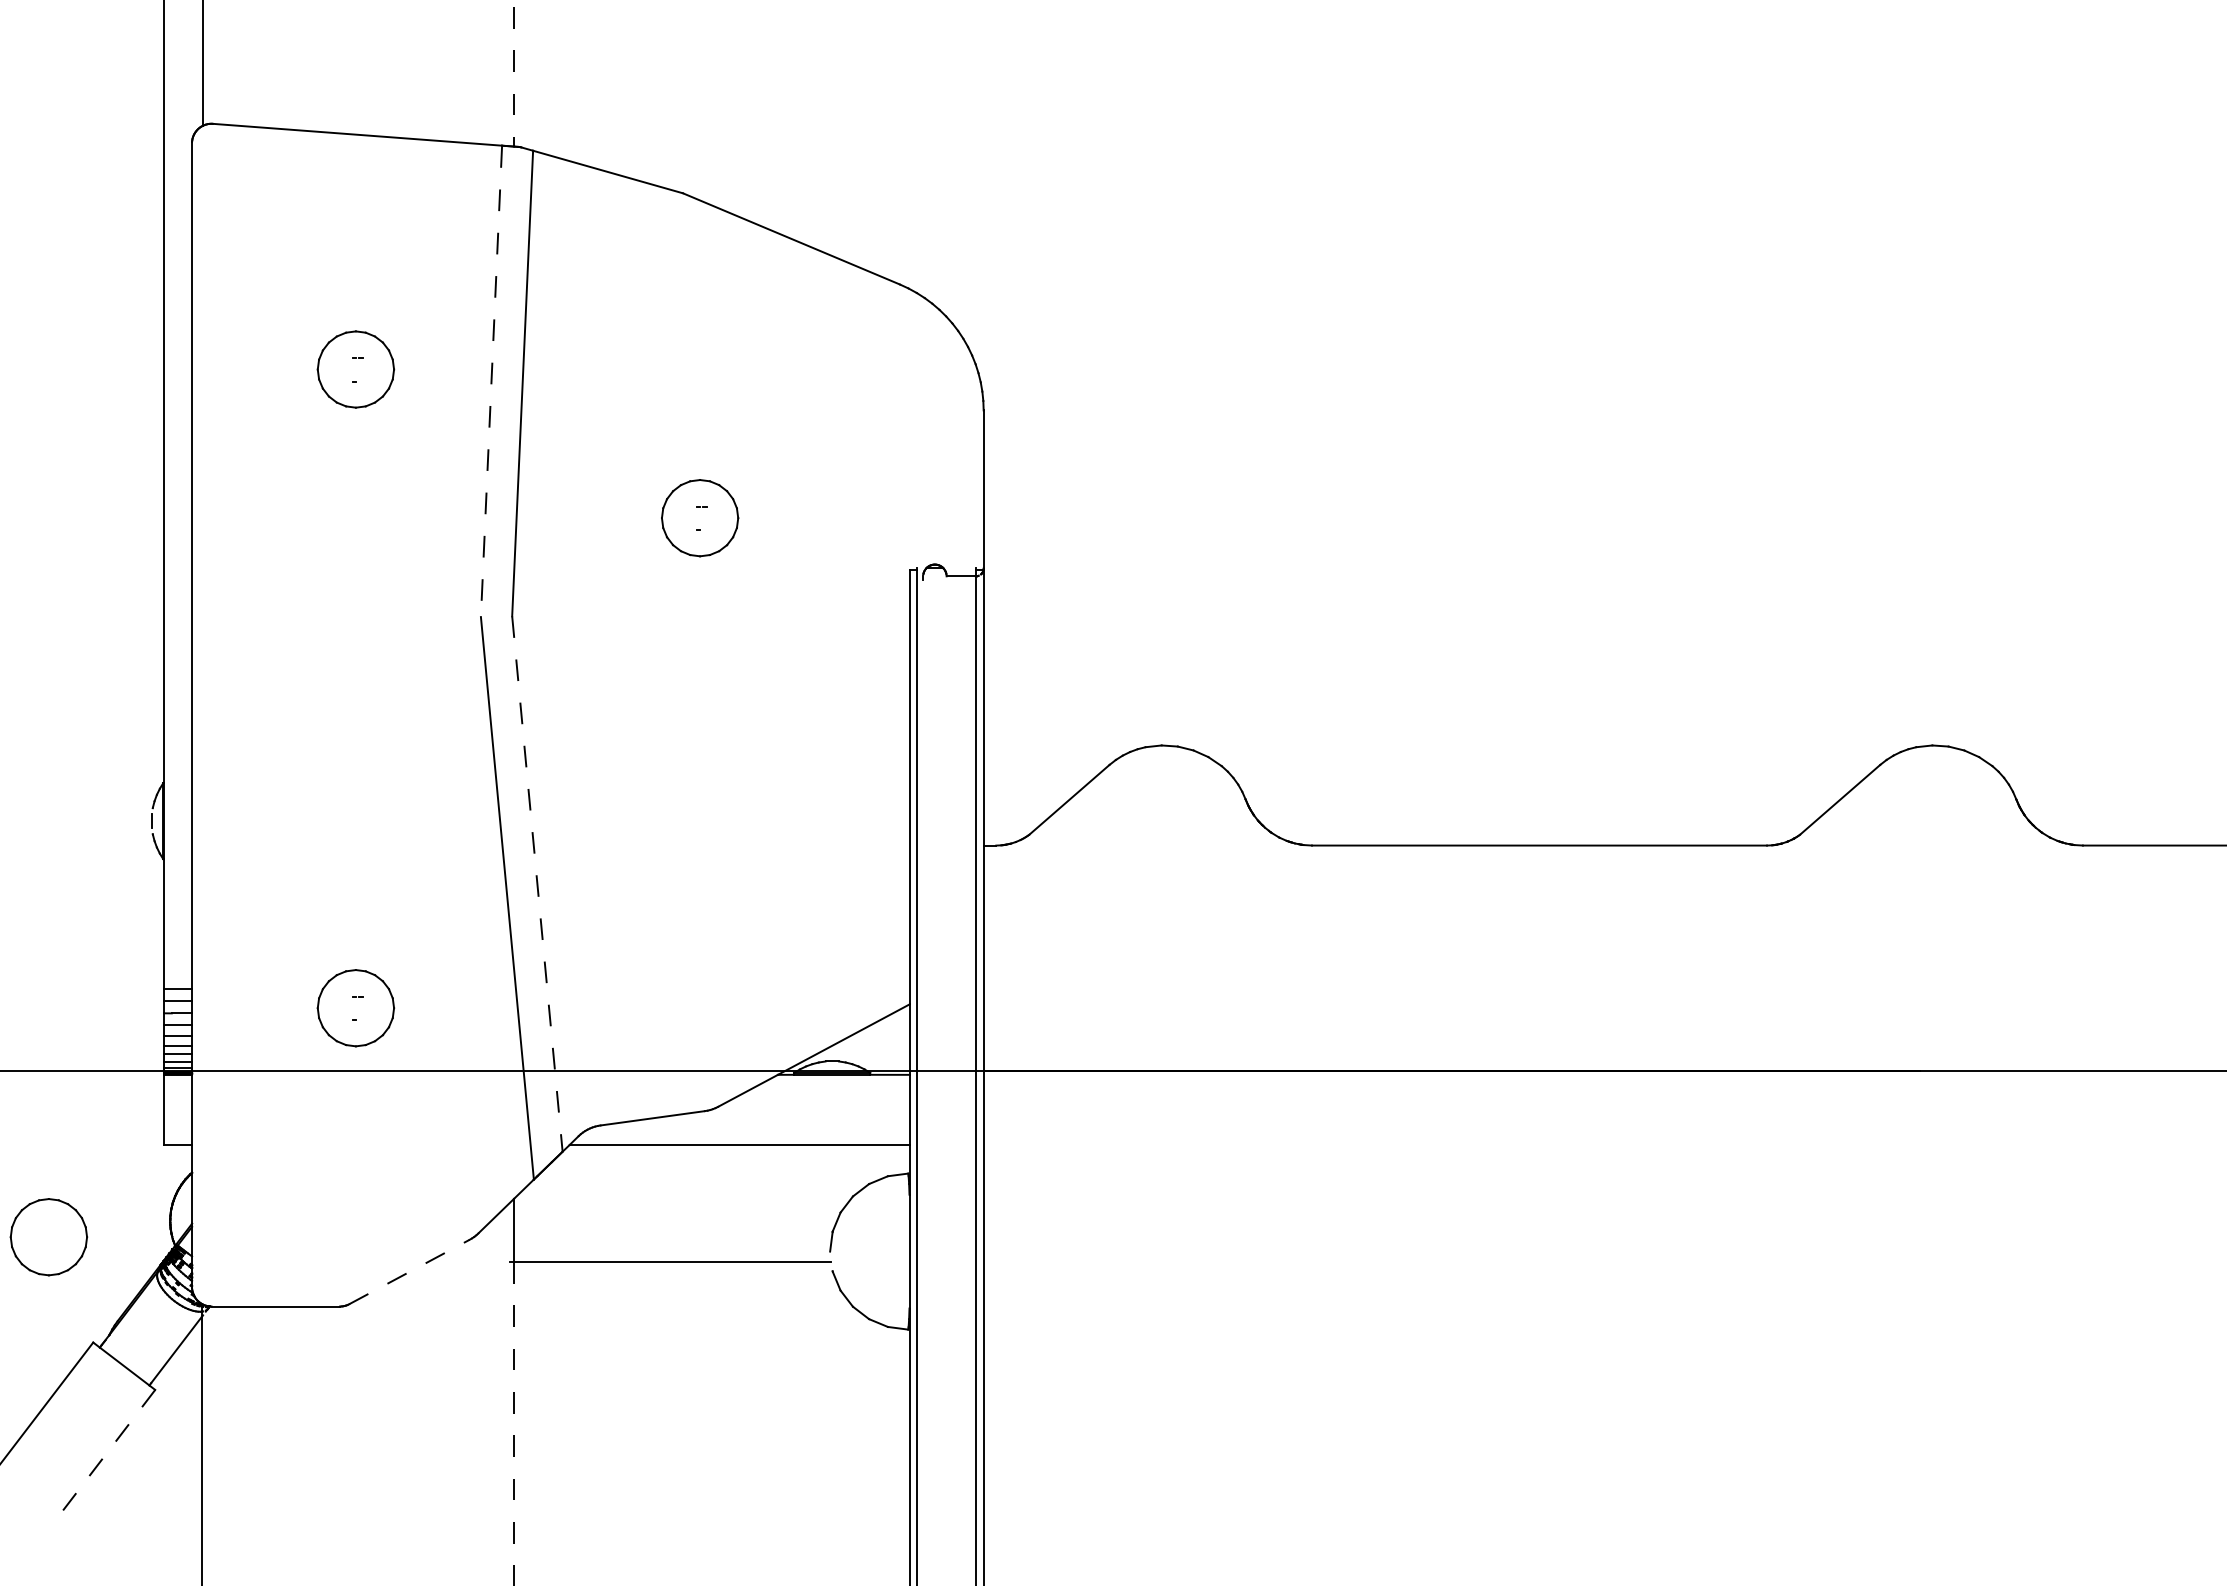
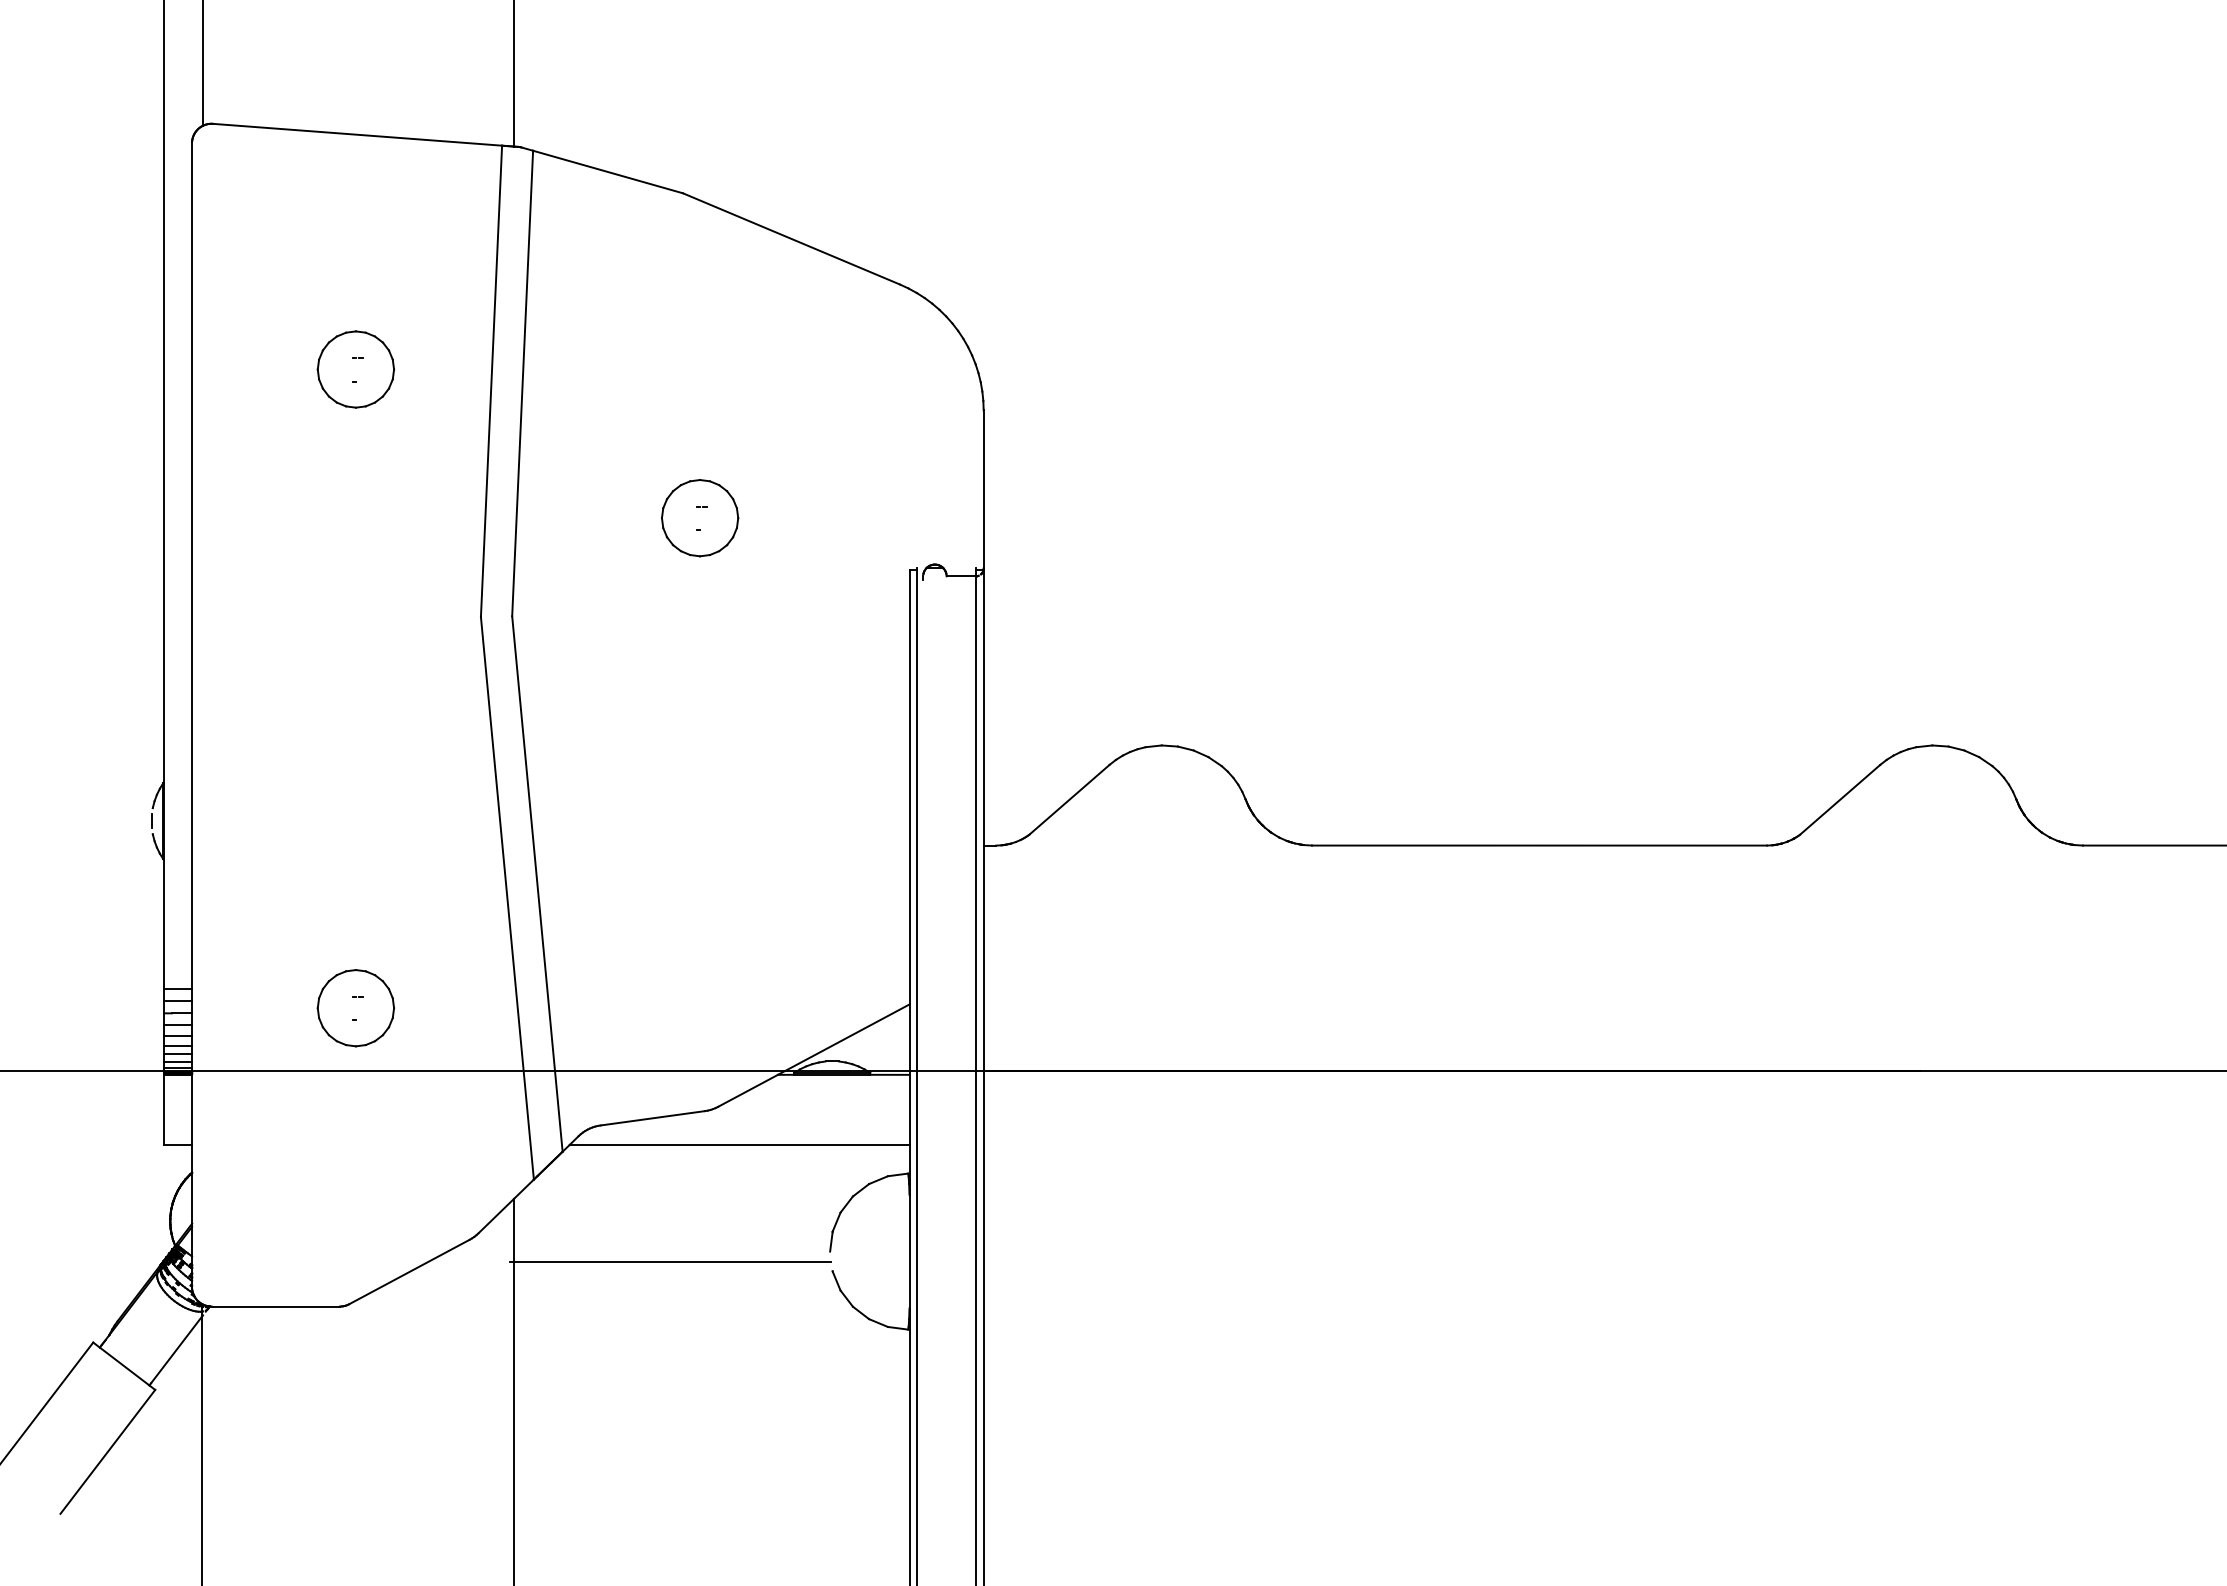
line at (514, 73): dashed -> solid
line at (491, 381): dashed -> solid
line at (537, 884): dashed -> solid
part at (48, 1237): present -> none
line at (409, 1271): dashed -> solid
line at (514, 1423): dashed -> solid
line at (107, 1452): dashed -> solid
